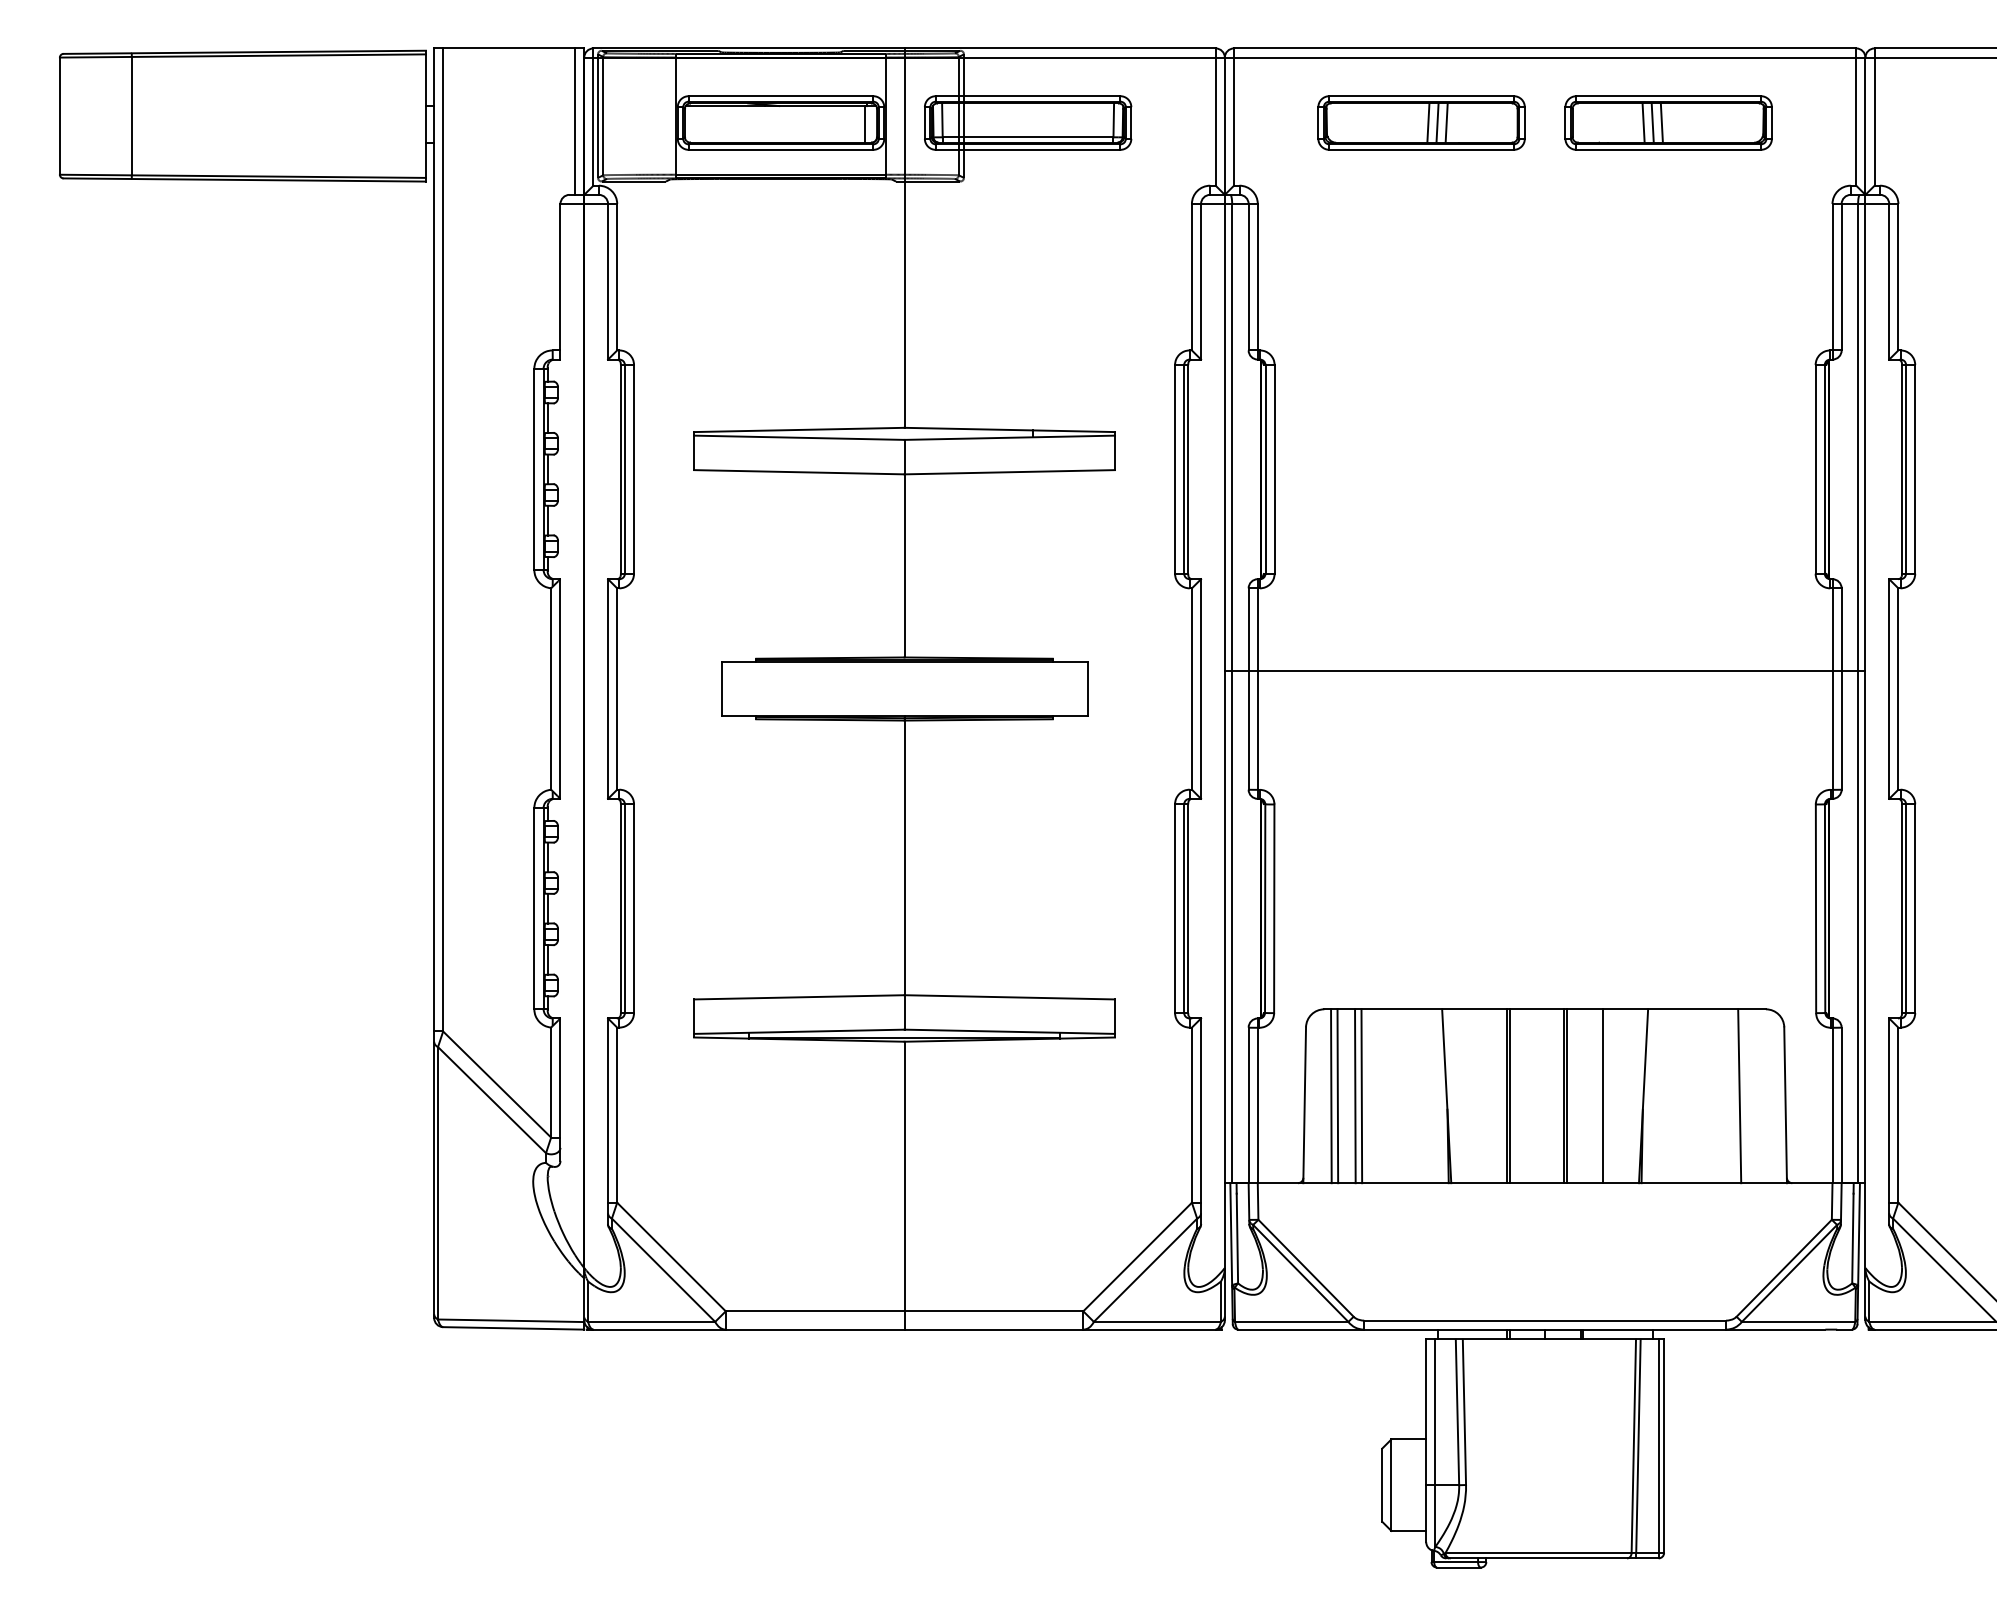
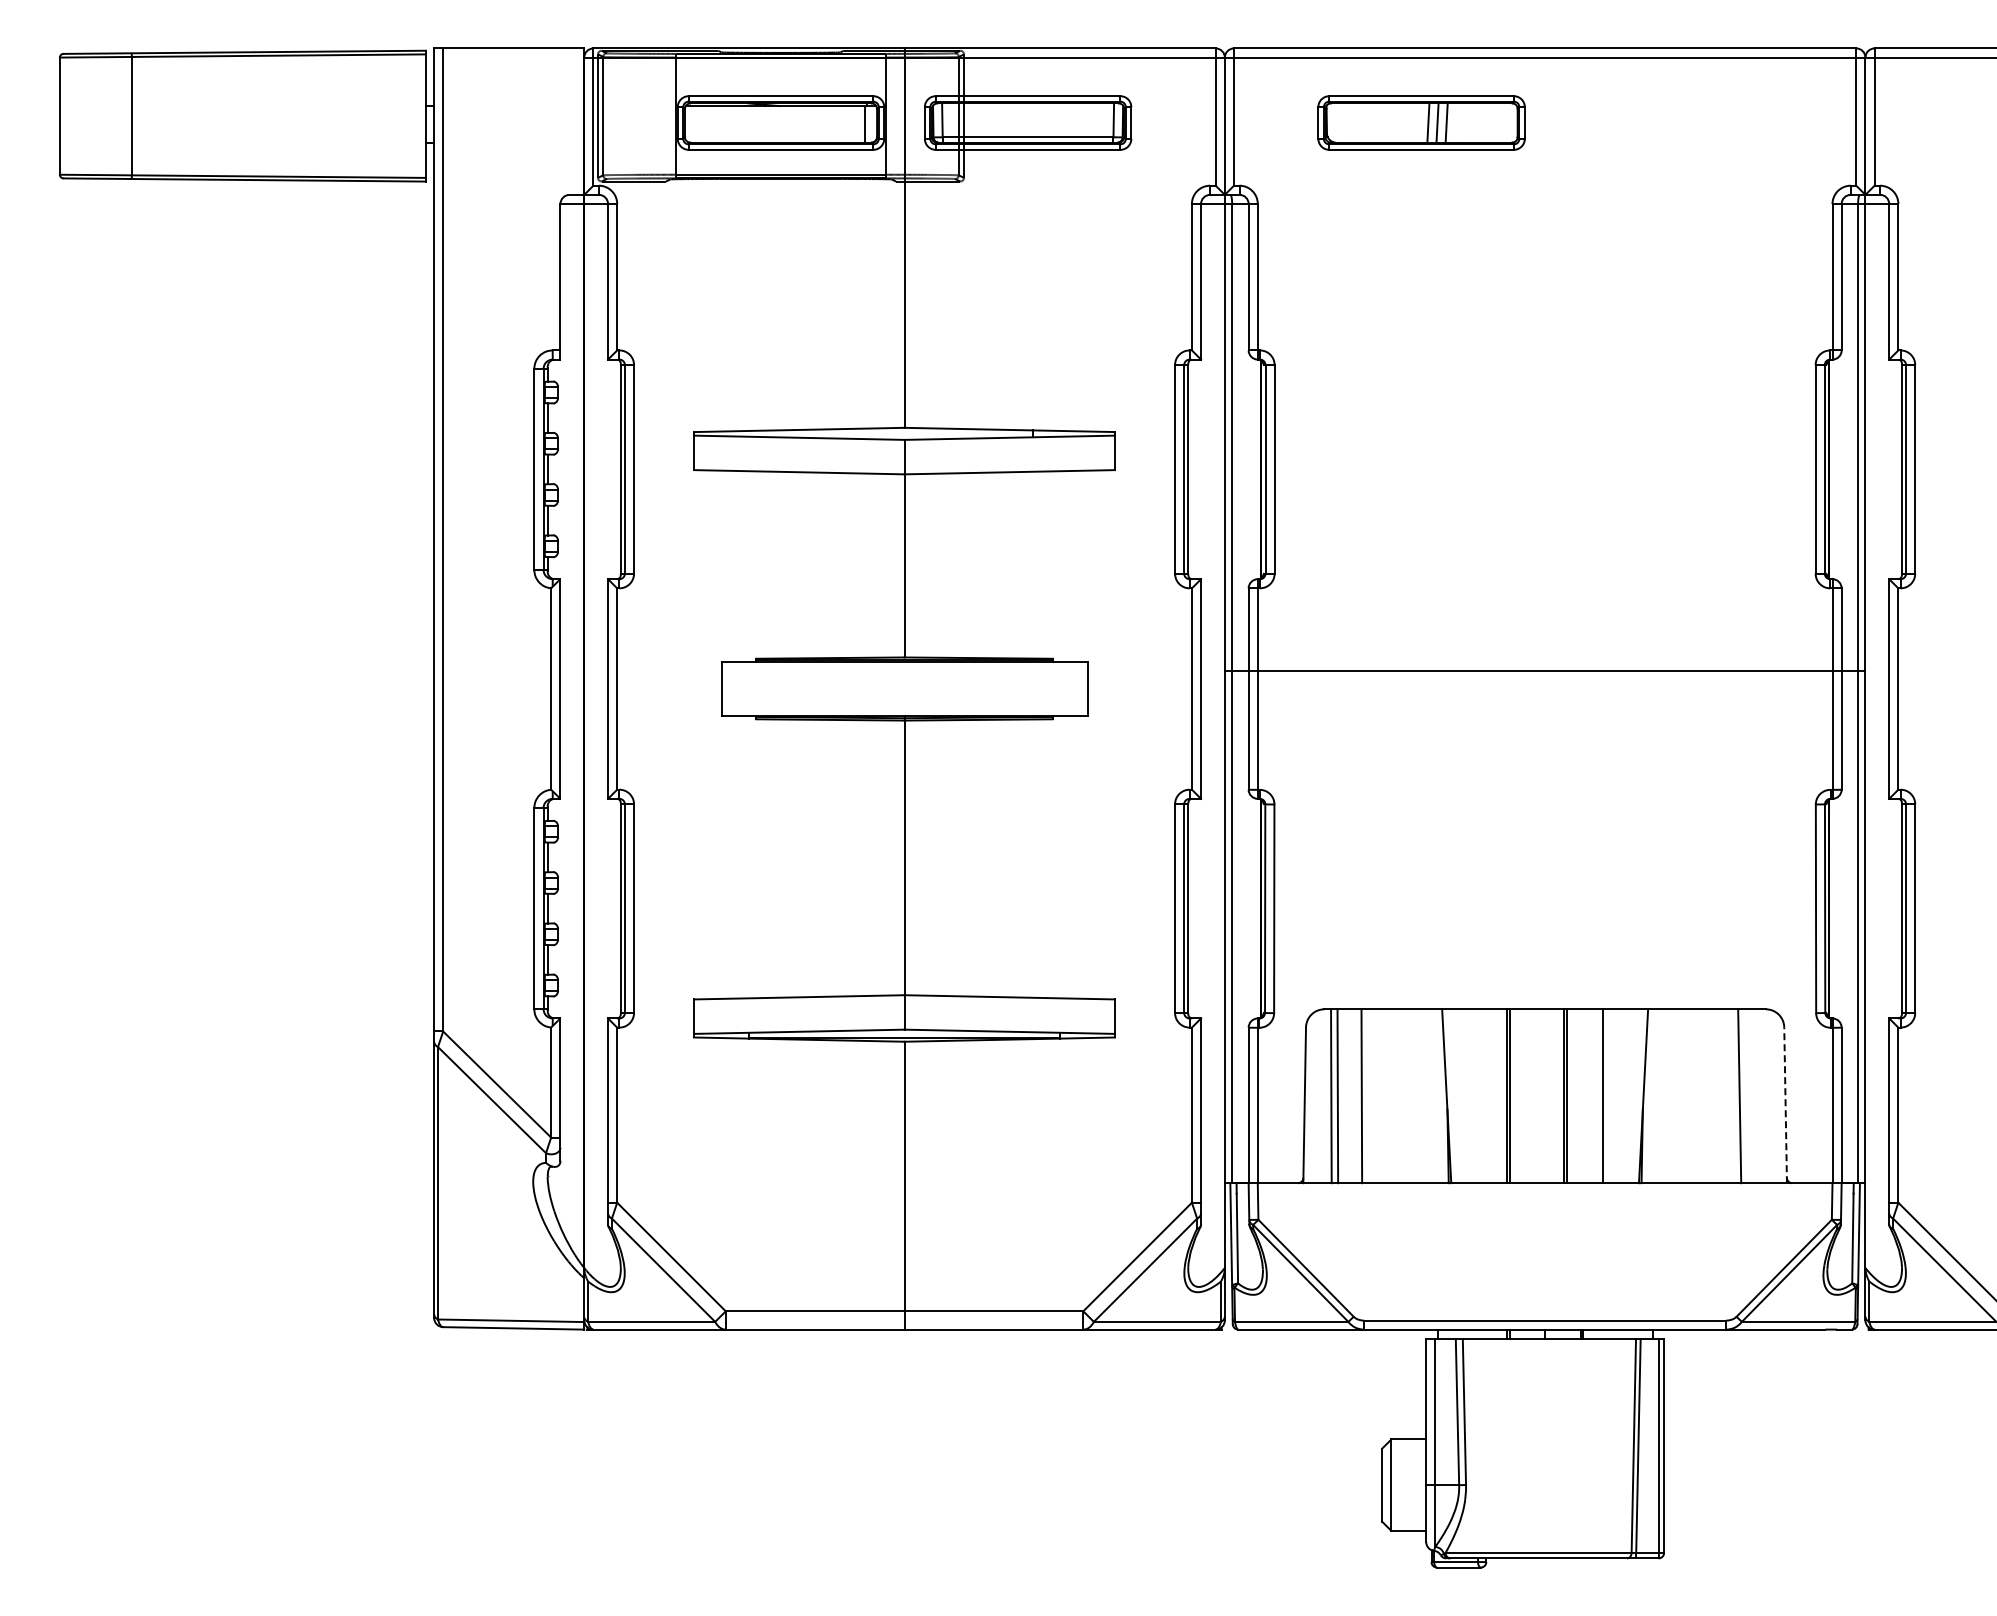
line at (574, 121): present -> none
part at (1668, 122): present -> none
line at (1355, 1096): present -> none
line at (1785, 1105): solid -> dashed
